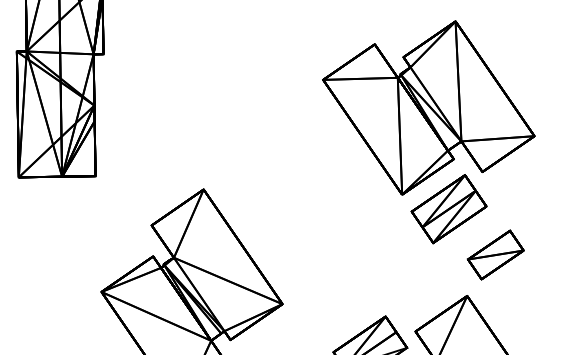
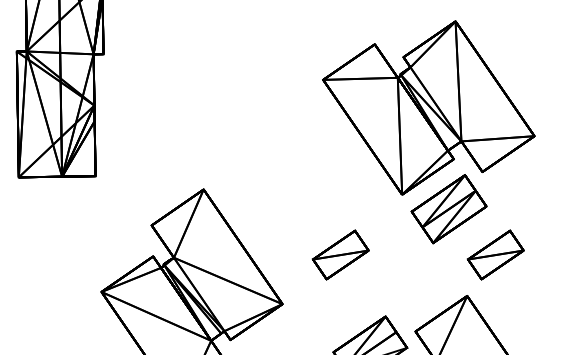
part at (340, 254): none -> present
